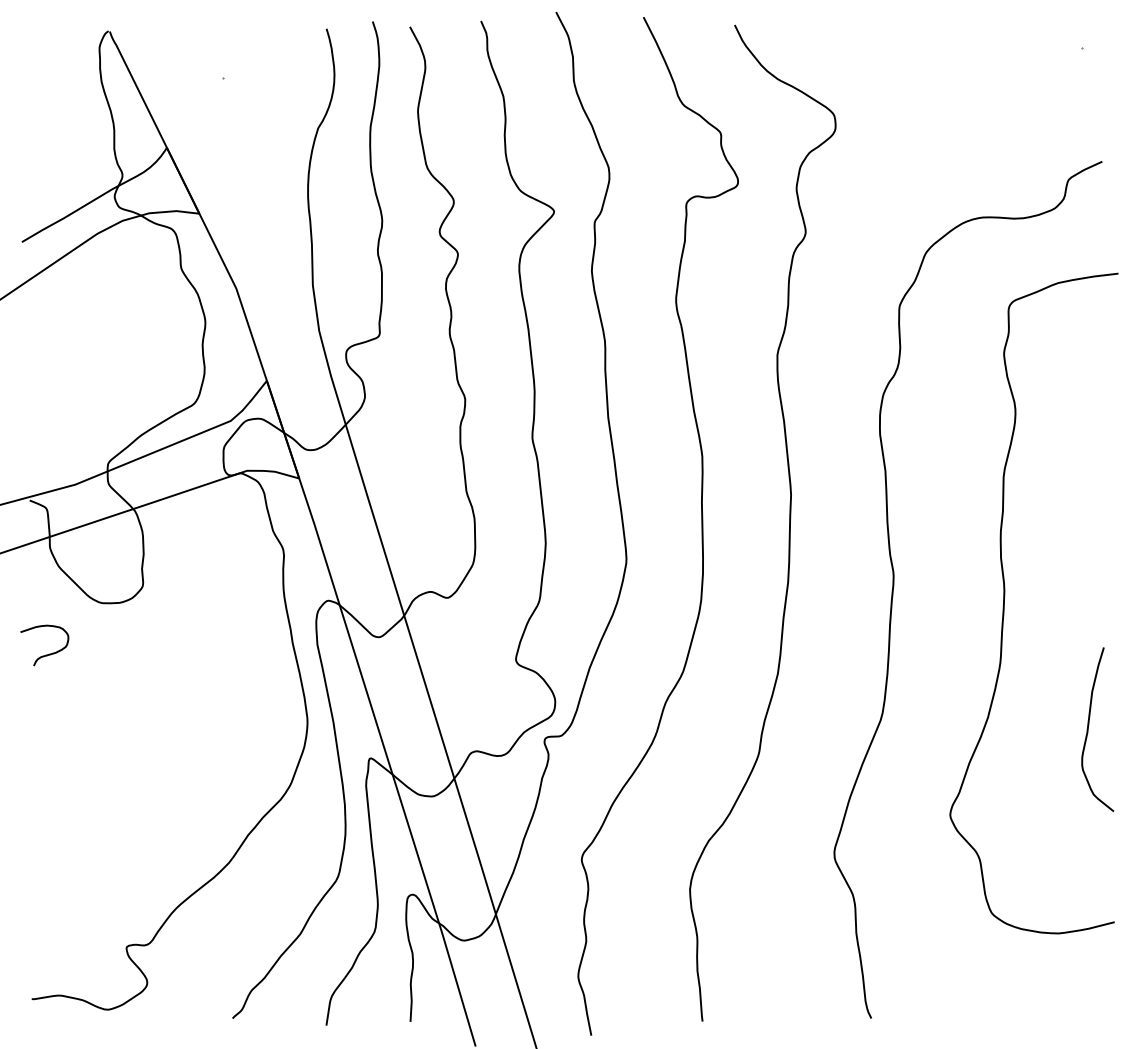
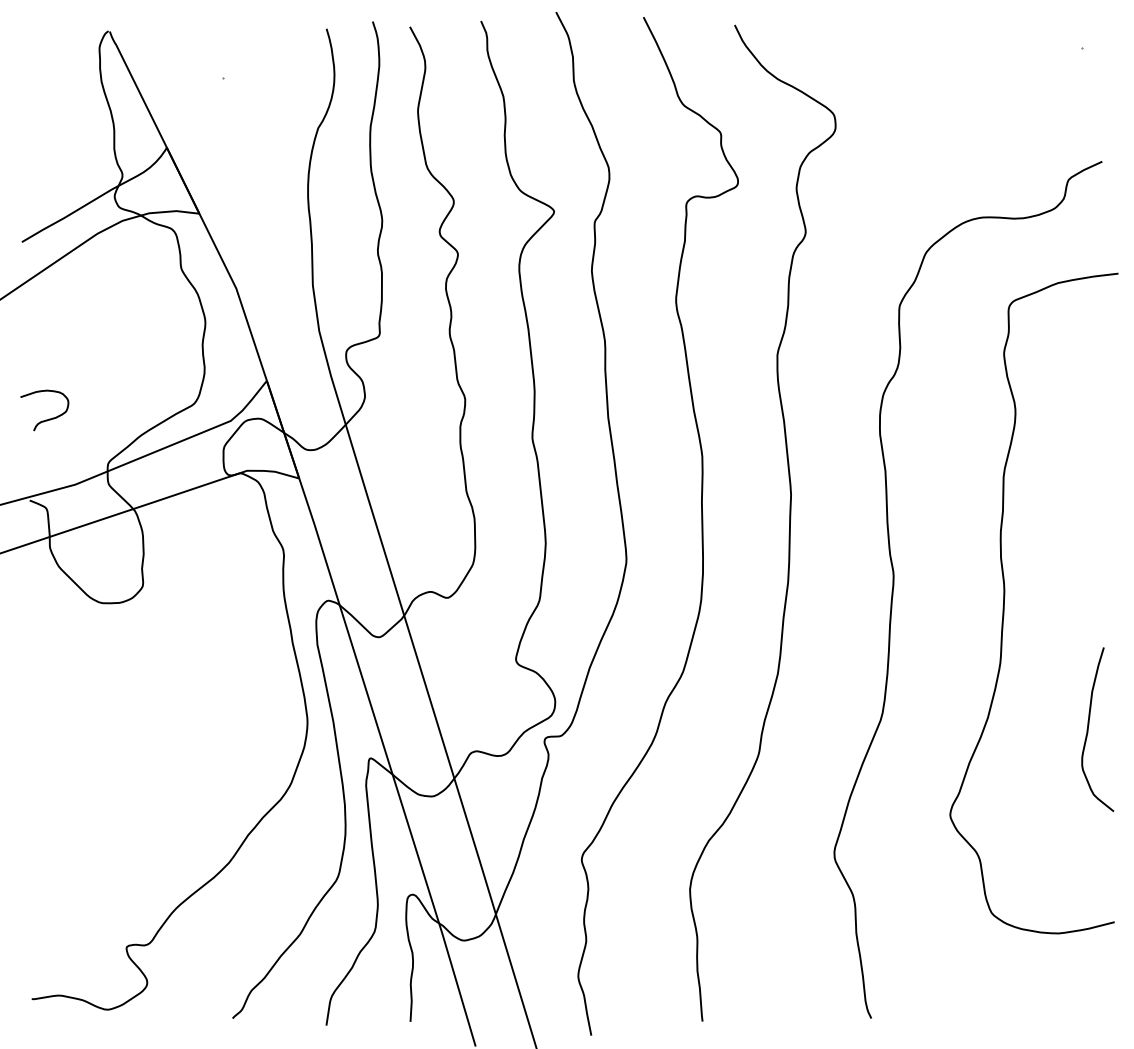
curve at (45, 654) position: (45, 654) -> (45, 419)
